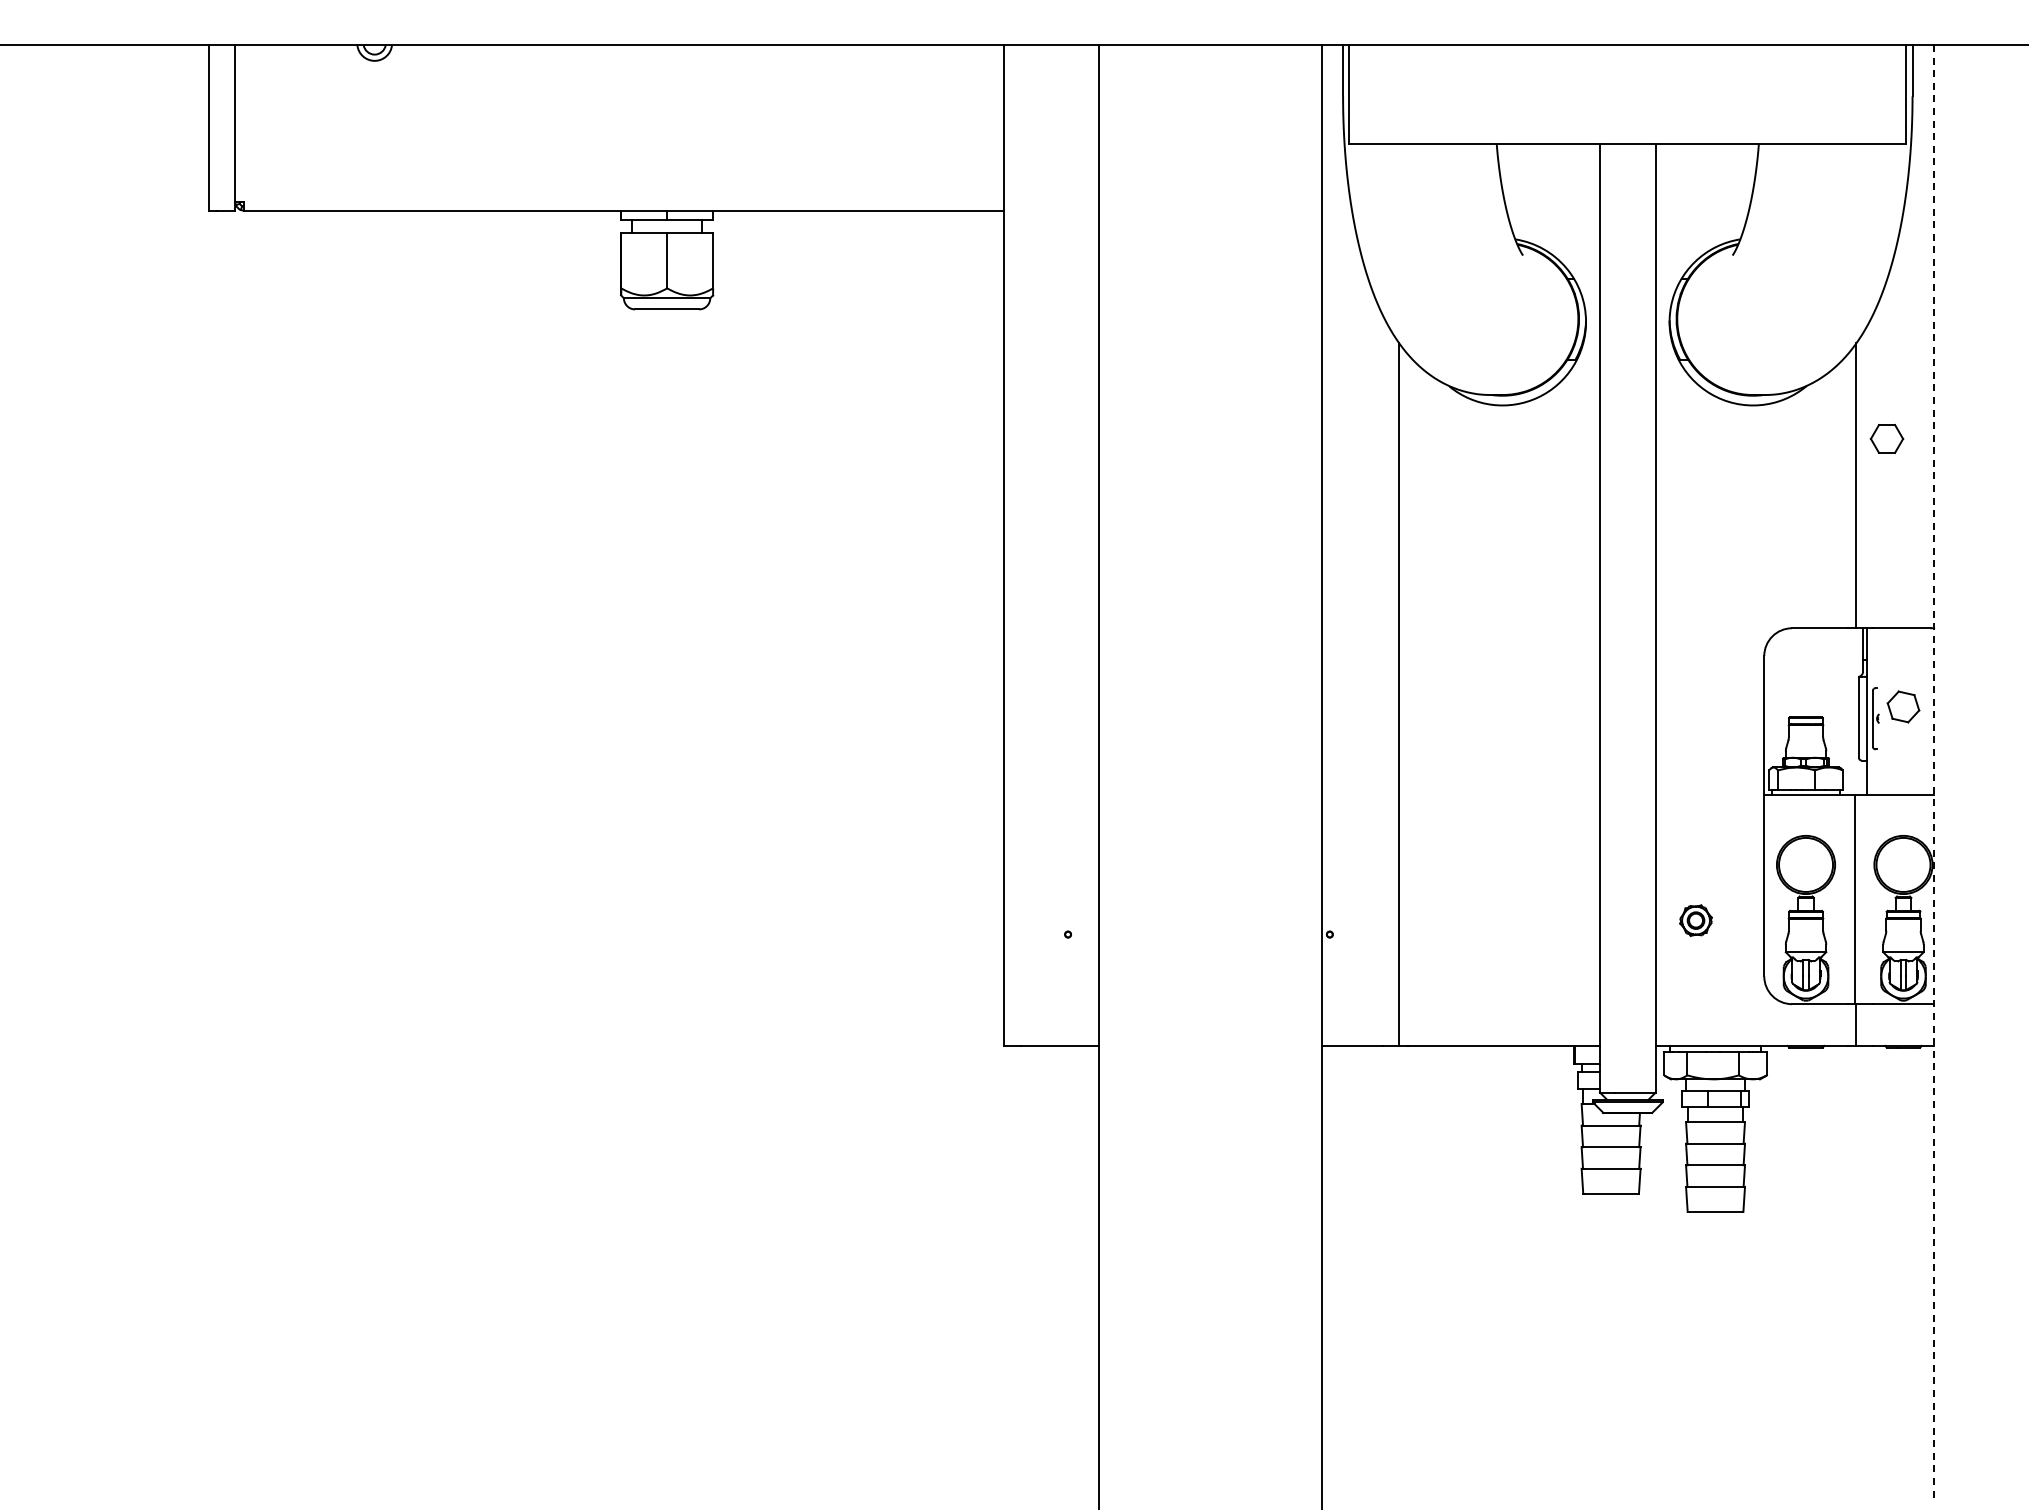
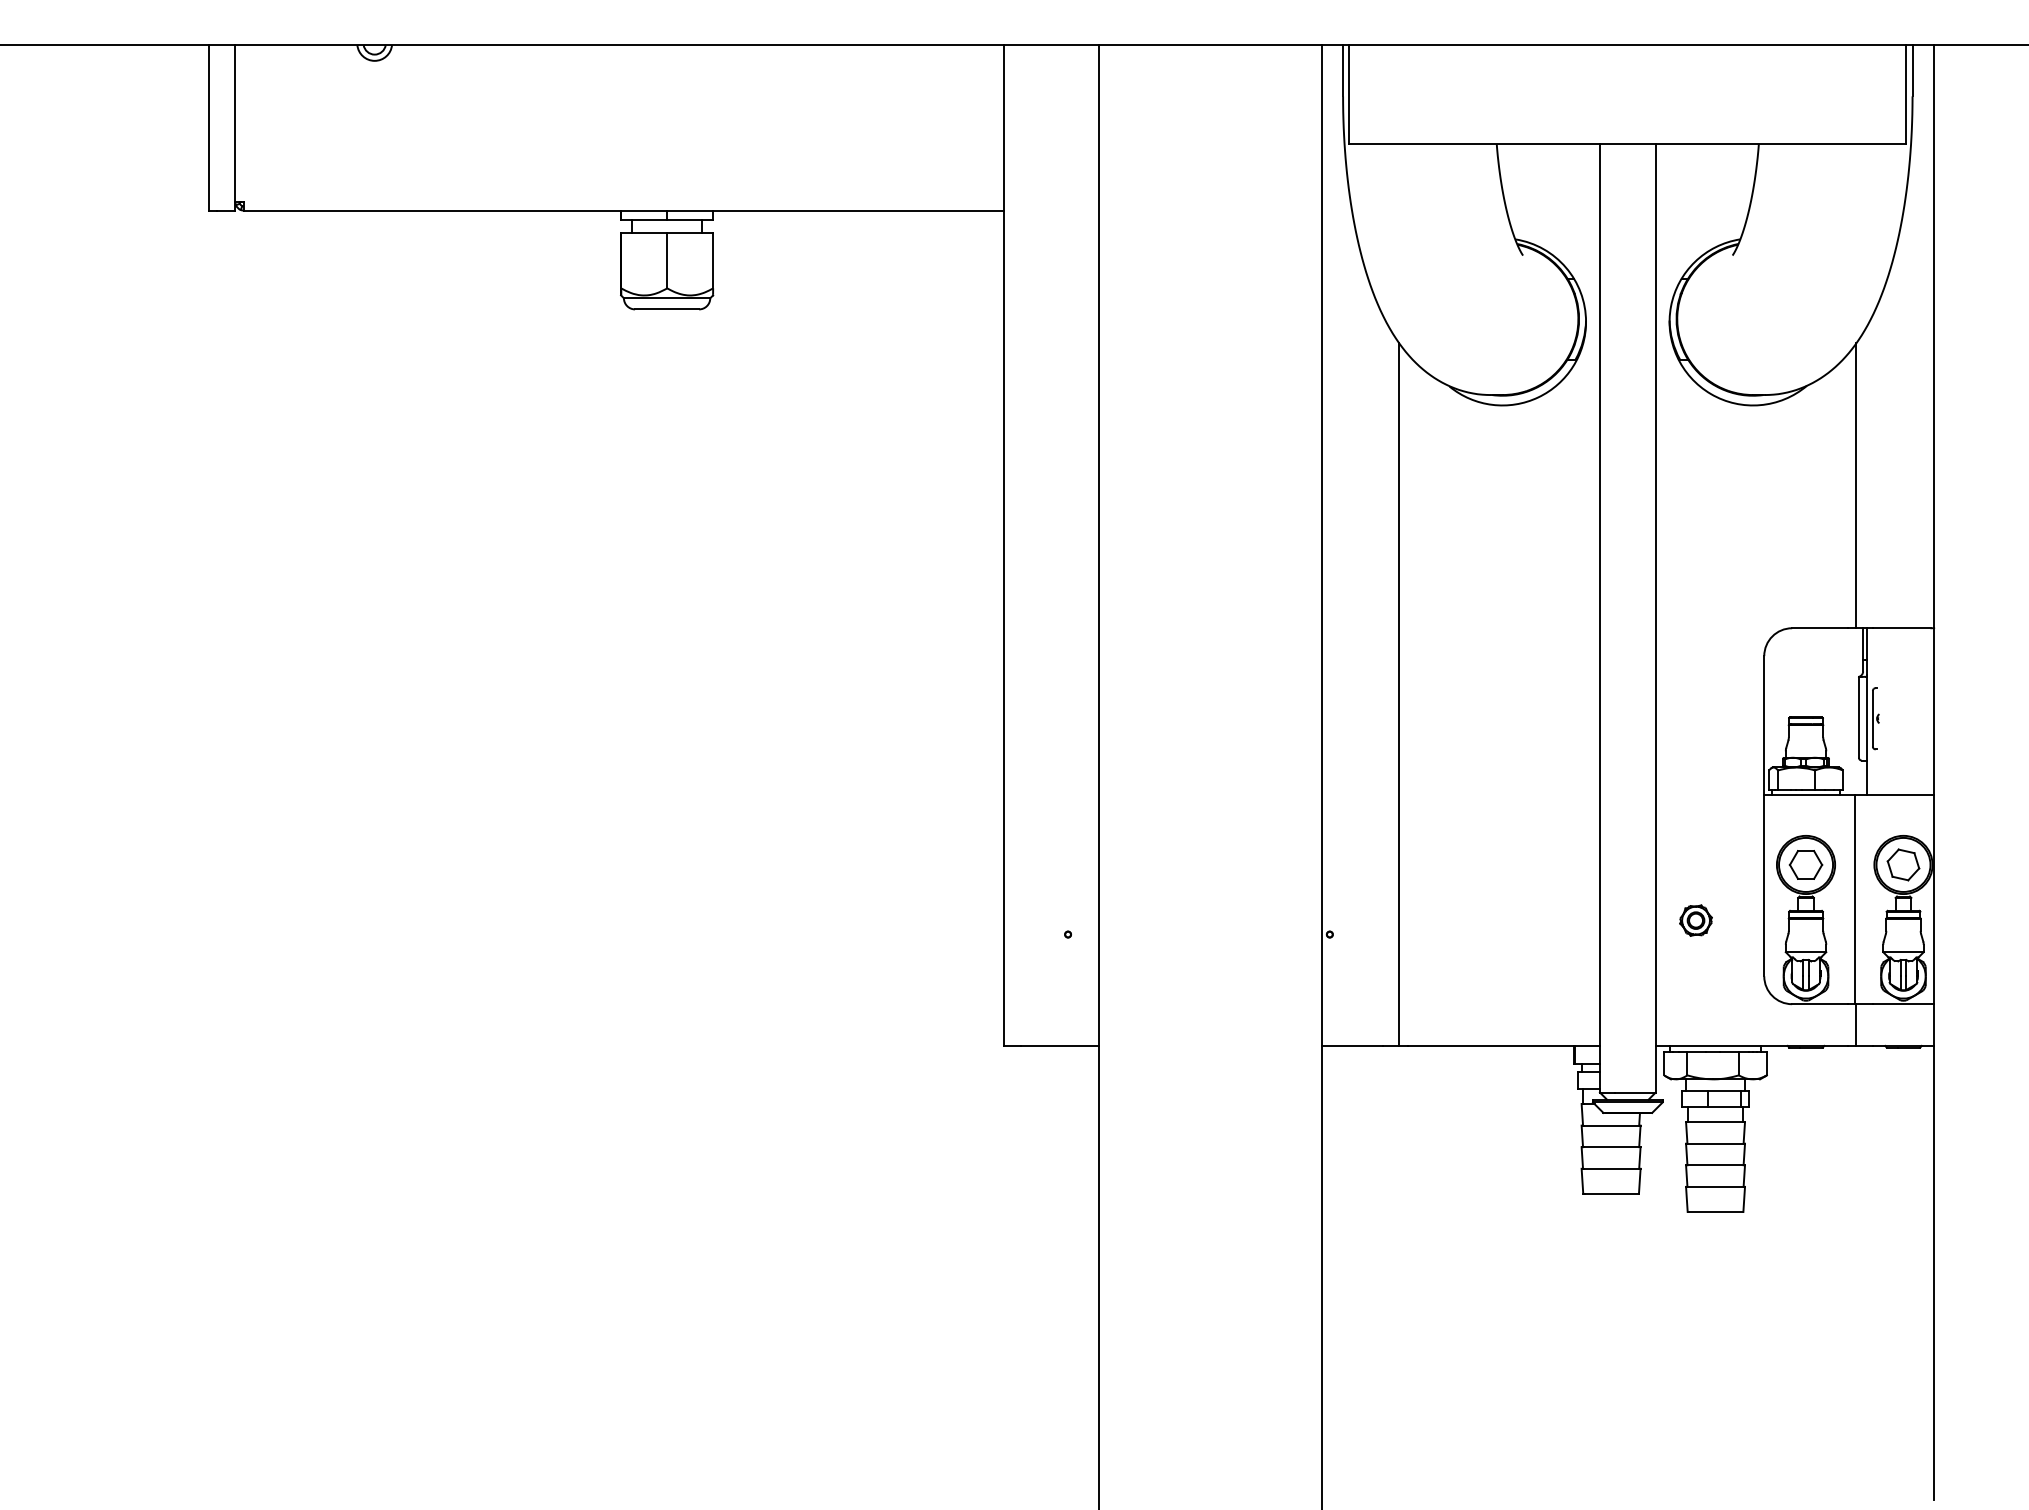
part at (1886, 438) position: (1886, 438) -> (1805, 864)
part at (1903, 706) position: (1903, 706) -> (1903, 864)
line at (1934, 772): dashed -> solid
